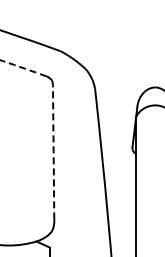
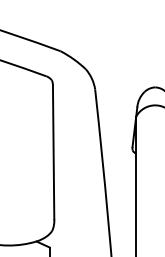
arc at (23, 68): dashed -> solid
line at (53, 152): dashed -> solid
